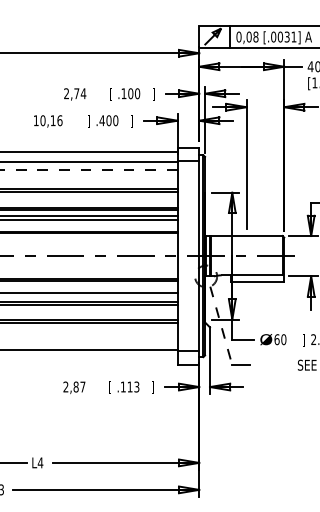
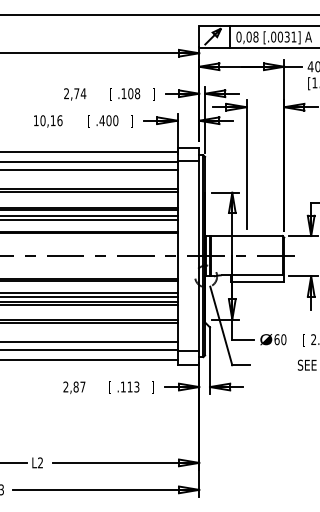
line at (159, 15): none -> present
text at (137, 93): .100 -> .108
text at (88, 121): ] -> [
line at (88, 170): dashed -> solid
line at (89, 296): none -> present
line at (221, 325): dashed -> solid
text at (303, 340): ] -> [
line at (89, 342): none -> present
line at (89, 360): none -> present
text at (40, 462): L4 -> L2
